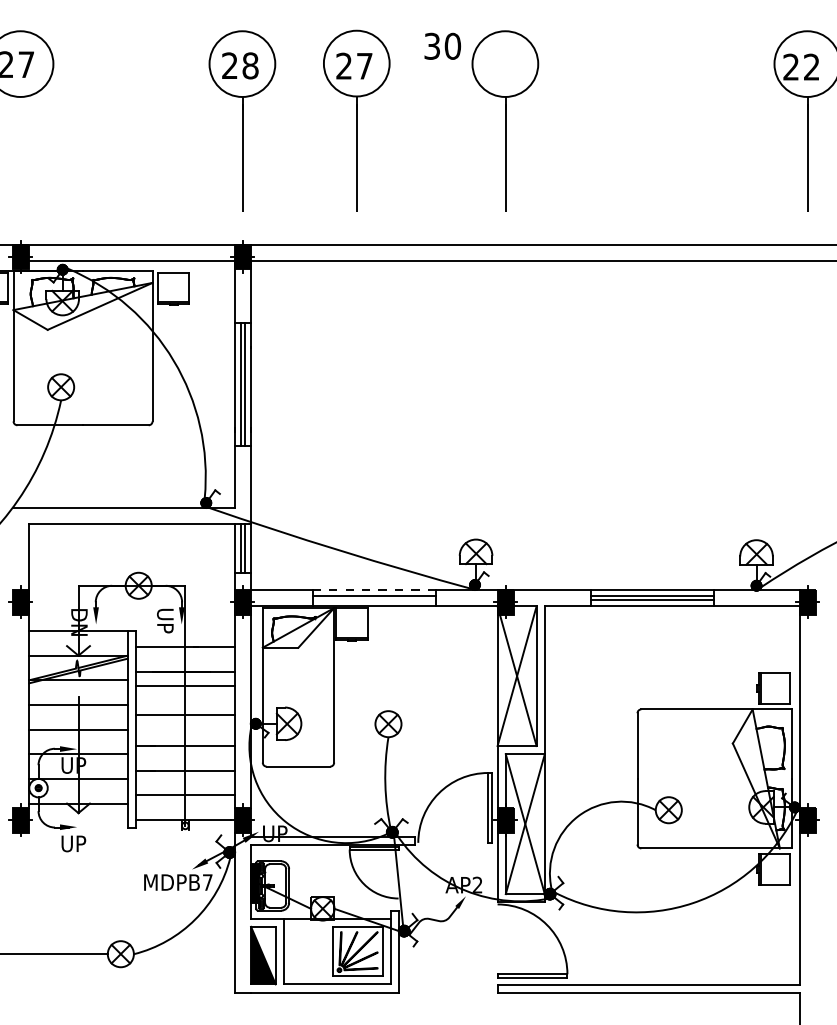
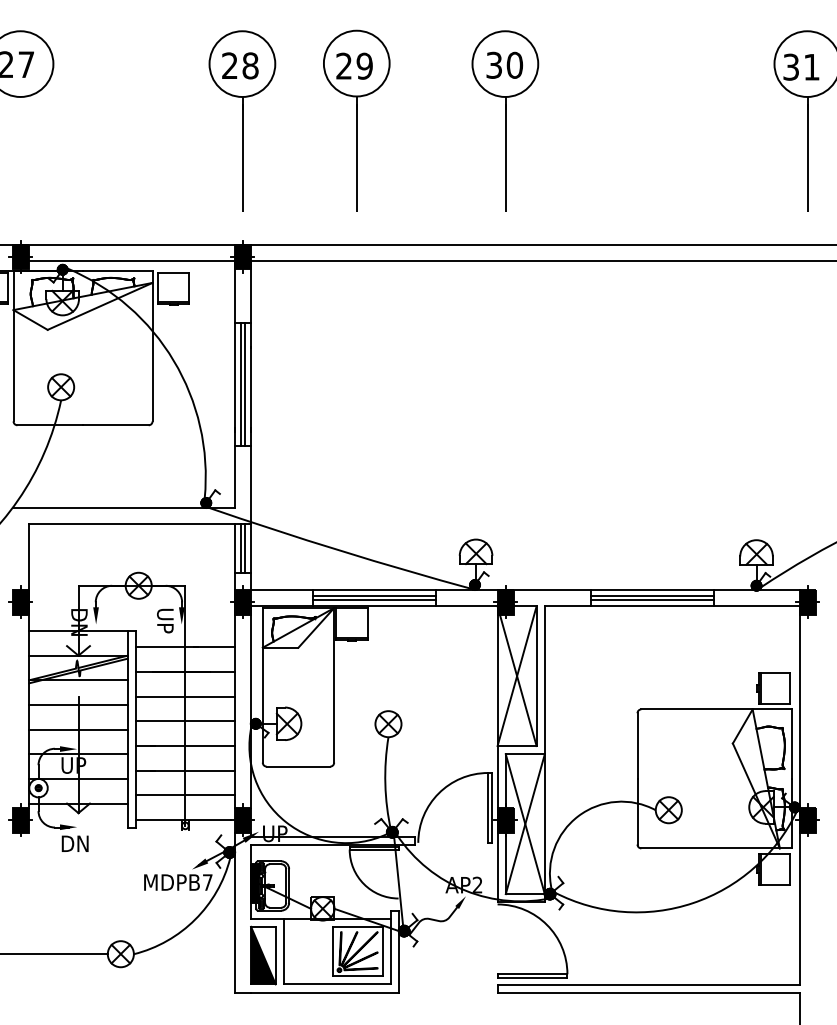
text at (442, 45) position: (442, 45) -> (504, 64)
text at (364, 65): 27 -> 29
text at (801, 66): 22 -> 31
line at (374, 589): dashed -> solid
line at (373, 599): none -> present
line at (185, 685) position: (185, 685) -> (185, 696)
line at (185, 715) position: (185, 715) -> (185, 721)
text at (74, 843): UP -> DN
